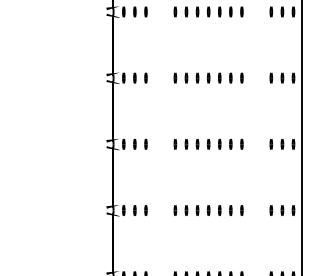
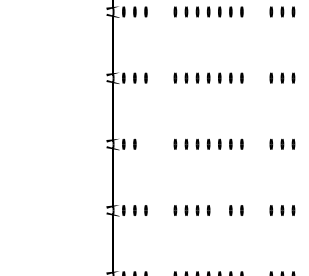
line at (301, 137): present -> none
part at (145, 143): present -> none
part at (219, 210): present -> none
